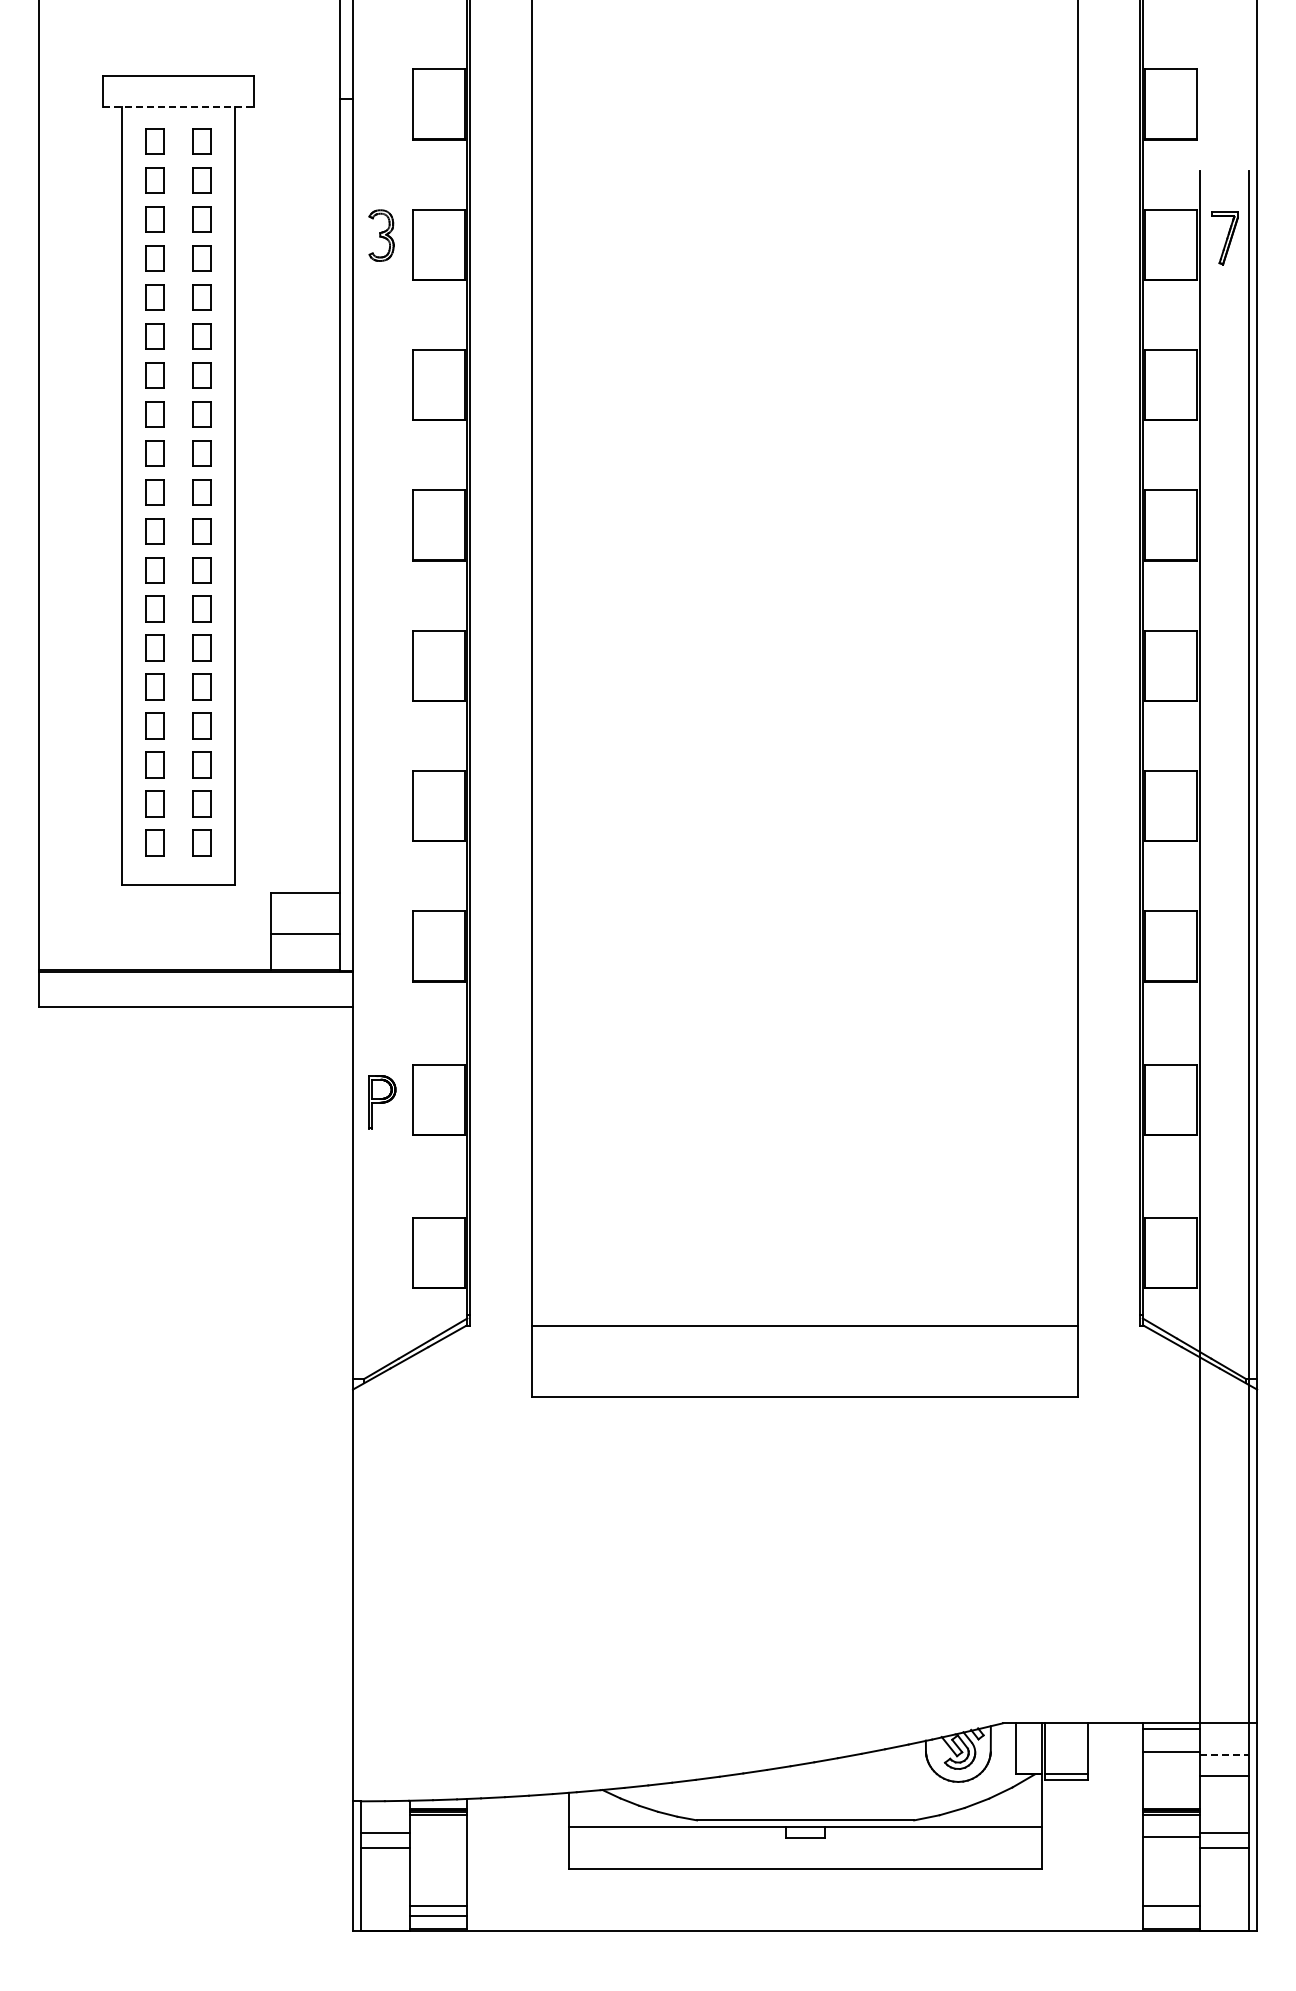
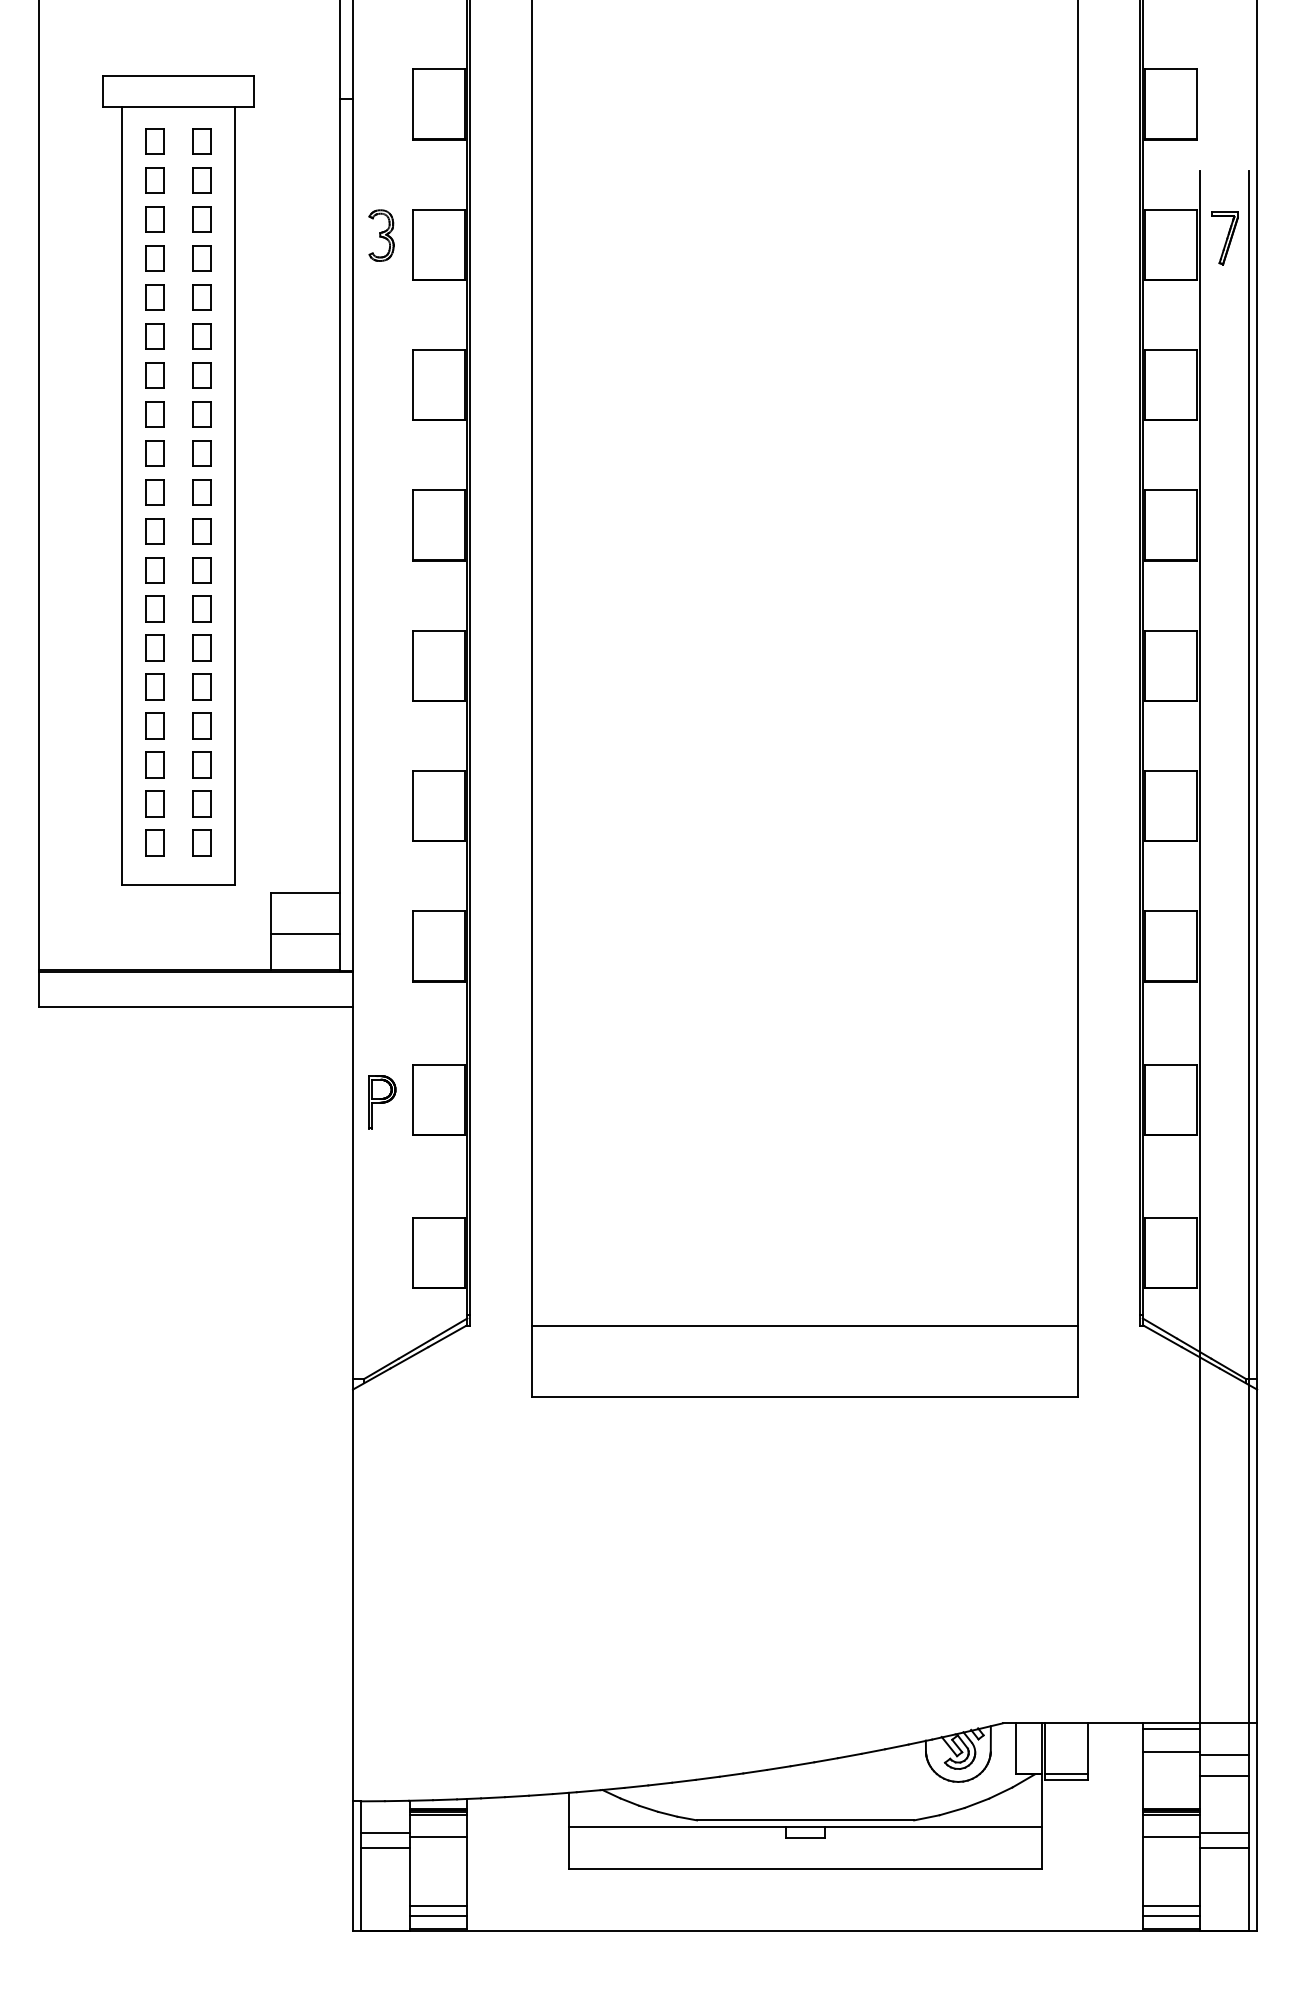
line at (178, 107): dashed -> solid
line at (1224, 1754): dashed -> solid
line at (438, 1836): none -> present
line at (1170, 1915): none -> present
